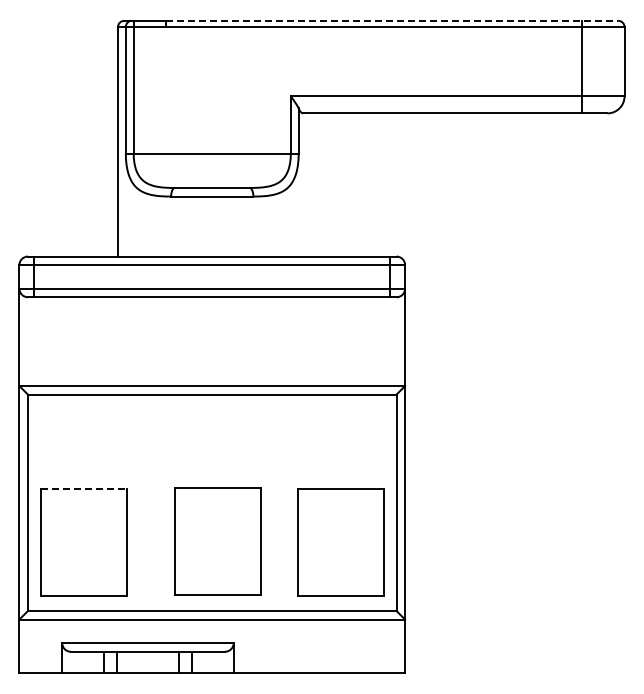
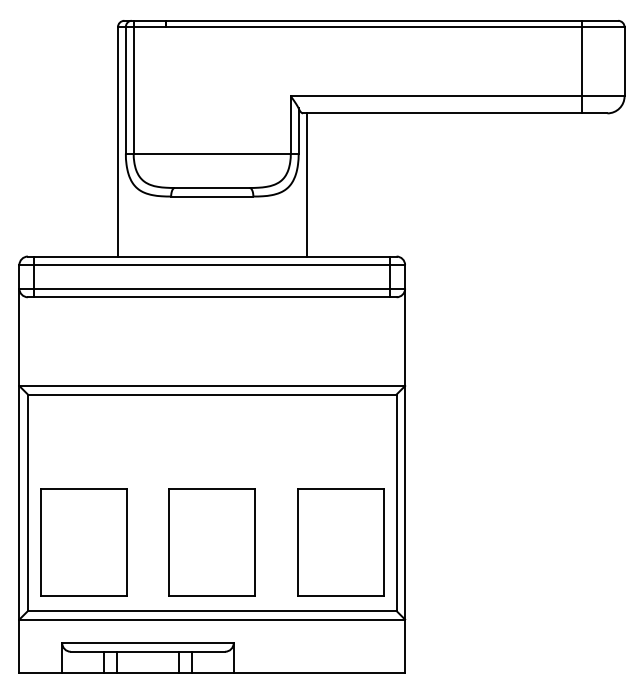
line at (392, 20): dashed -> solid
line at (306, 184): none -> present
line at (83, 488): dashed -> solid
part at (217, 541) position: (217, 541) -> (211, 542)
